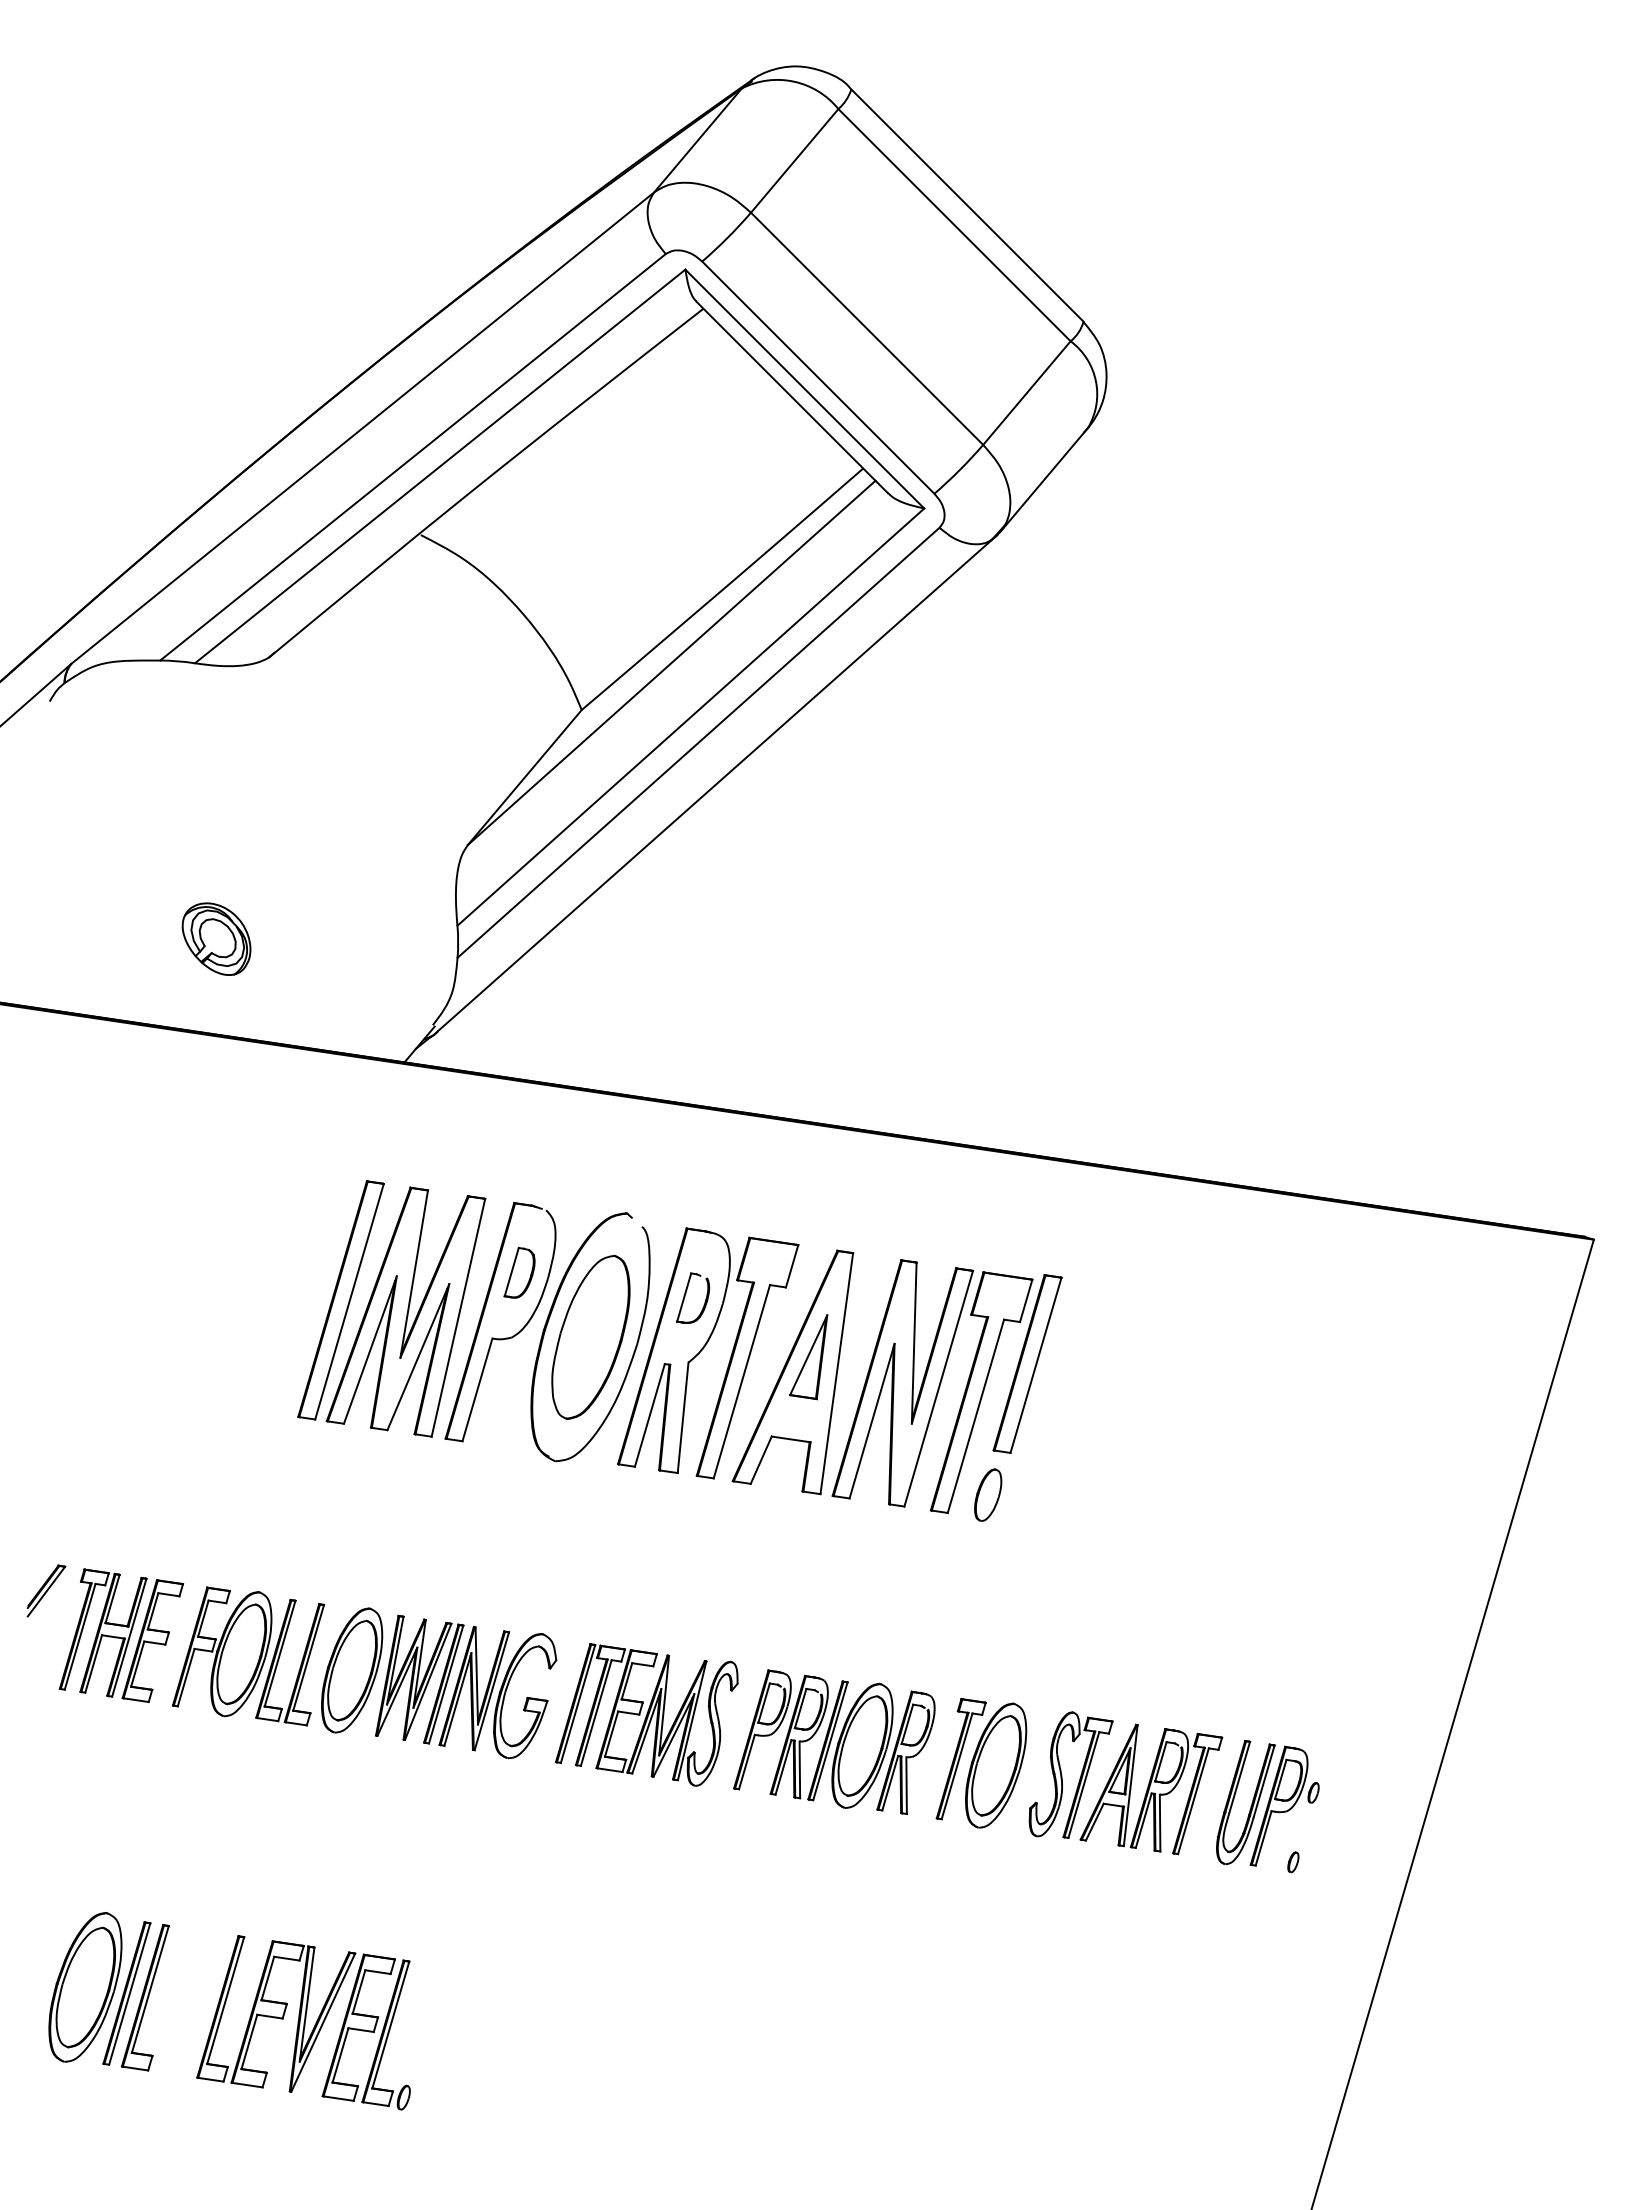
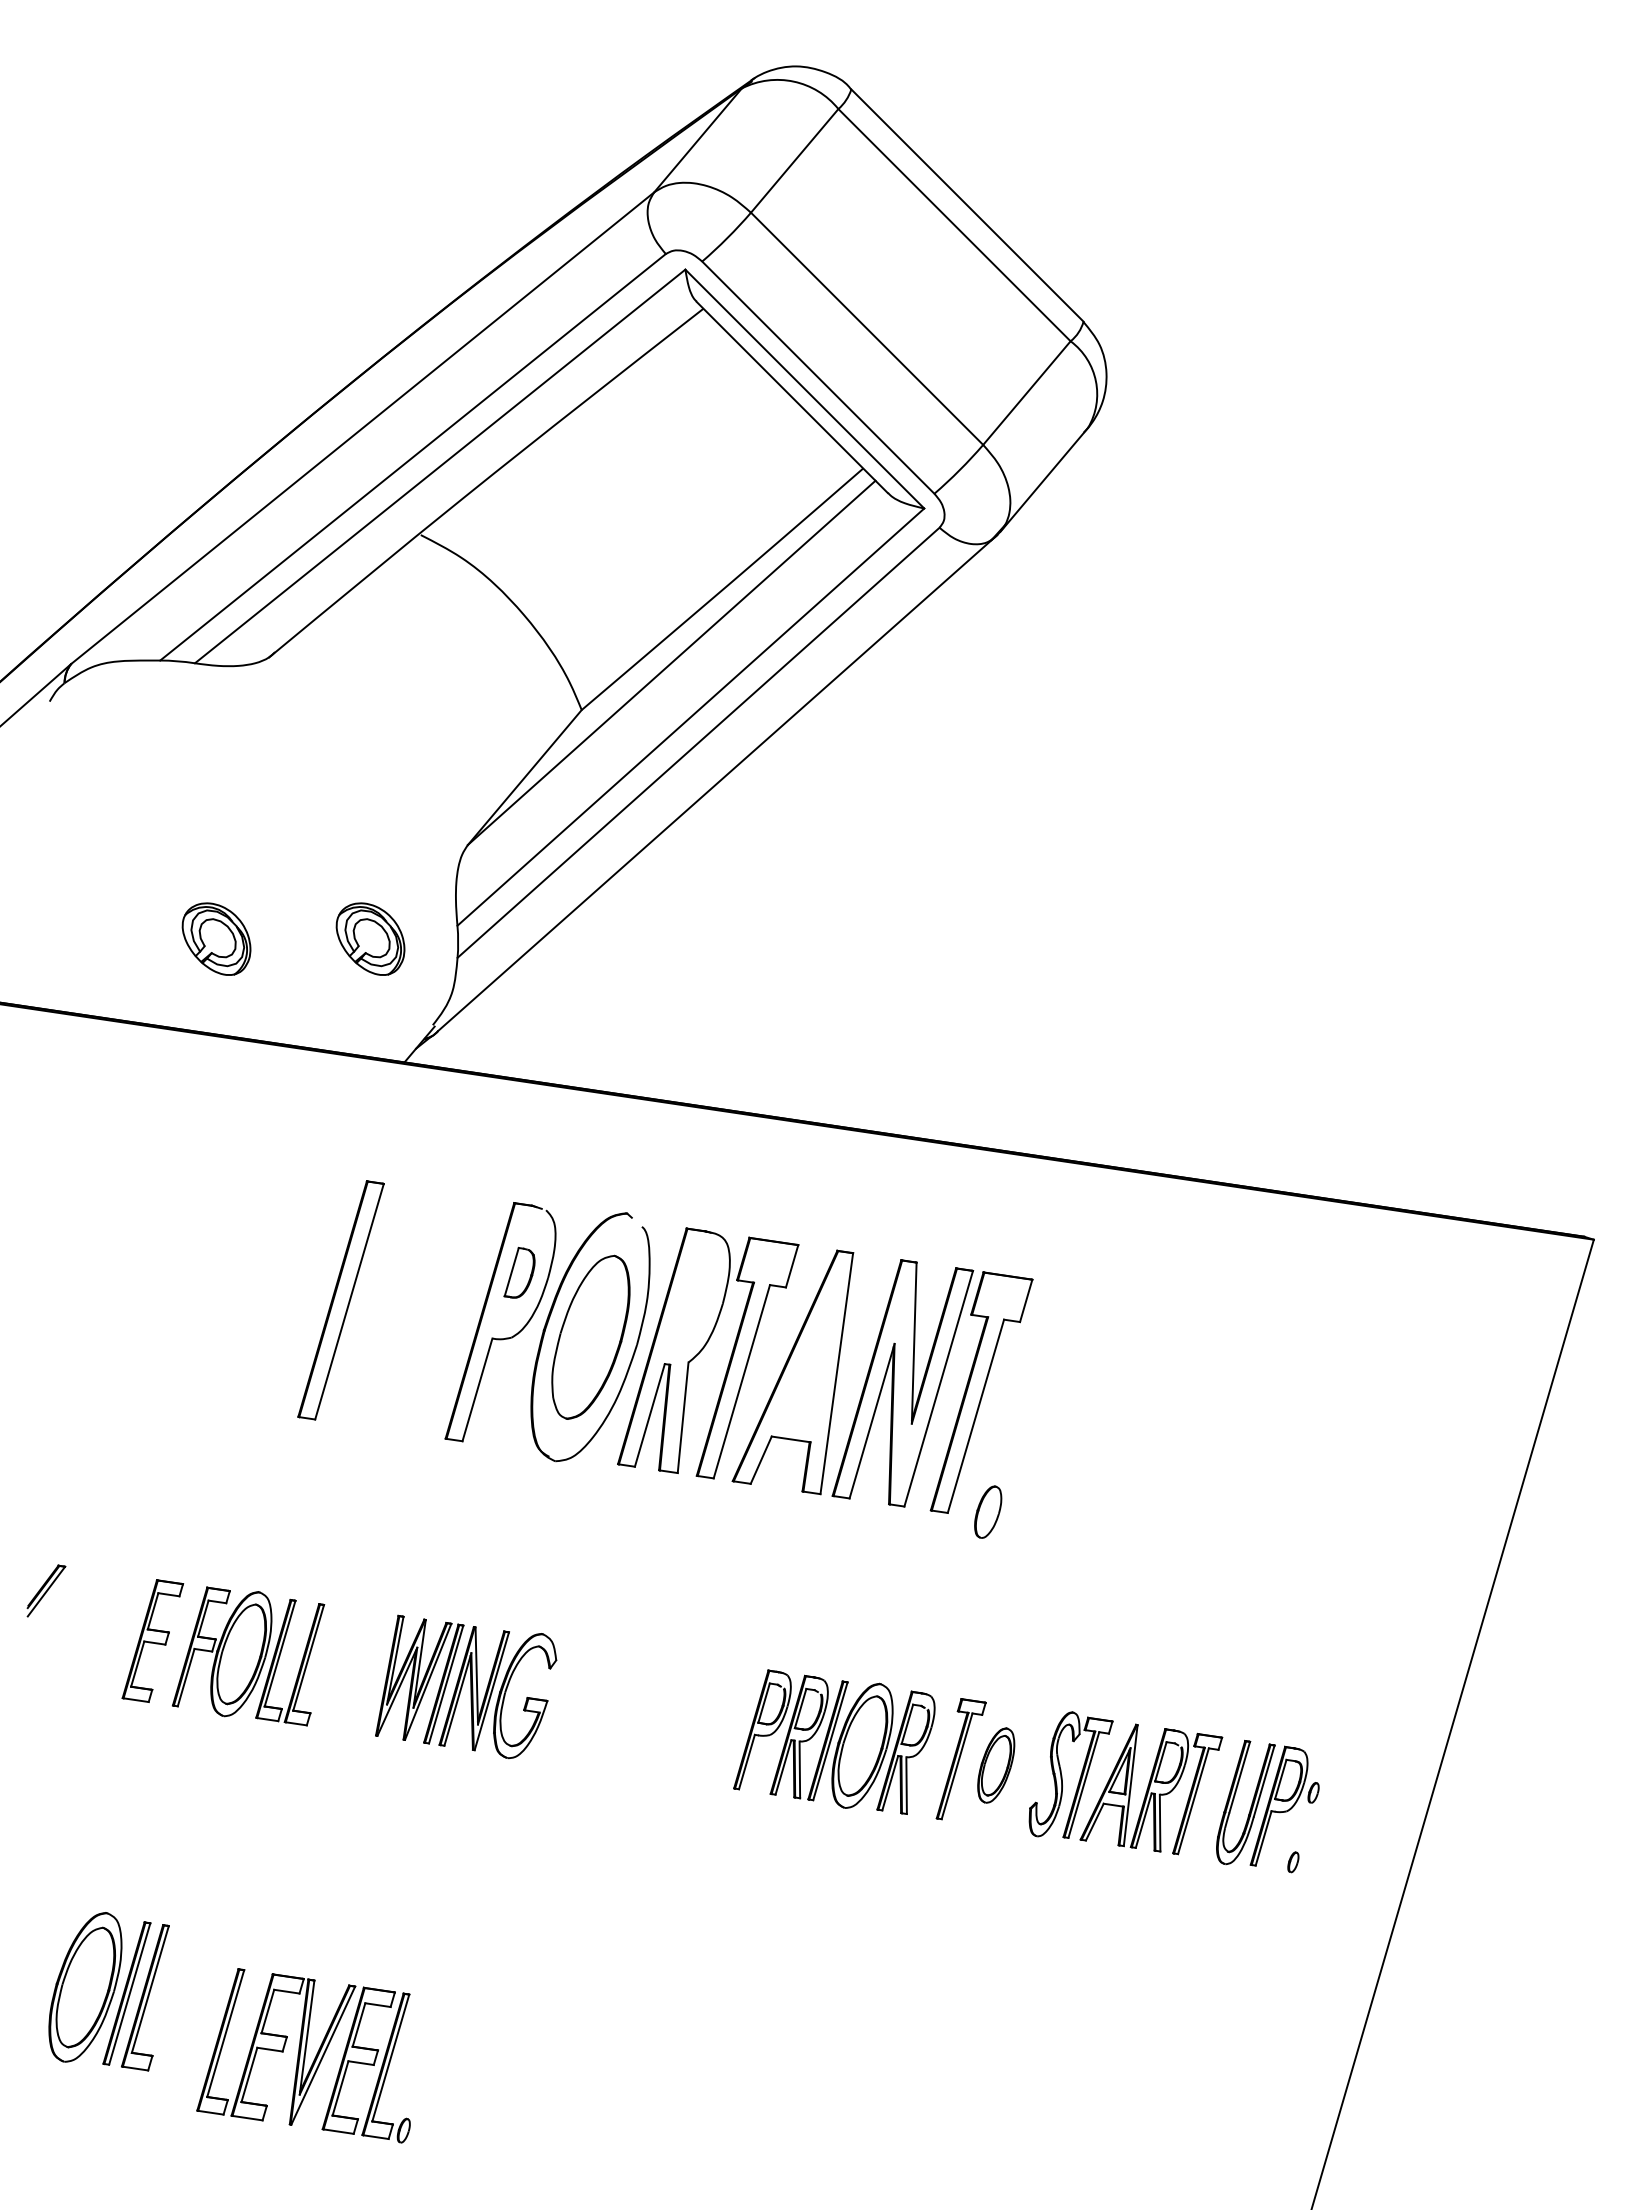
part at (370, 938): none -> present
part at (685, 1297): present -> none
part at (405, 1311): present -> none
part at (808, 1357): present -> none
part at (1027, 1363): present -> none
part at (988, 1494) position: (988, 1494) -> (988, 1511)
part at (102, 1632): present -> none
part at (352, 1670): present -> none
part at (646, 1714): present -> none
part at (996, 1765) size: 63x127 px -> 39x77 px
part at (303, 2022) position: (303, 2022) -> (303, 2055)
